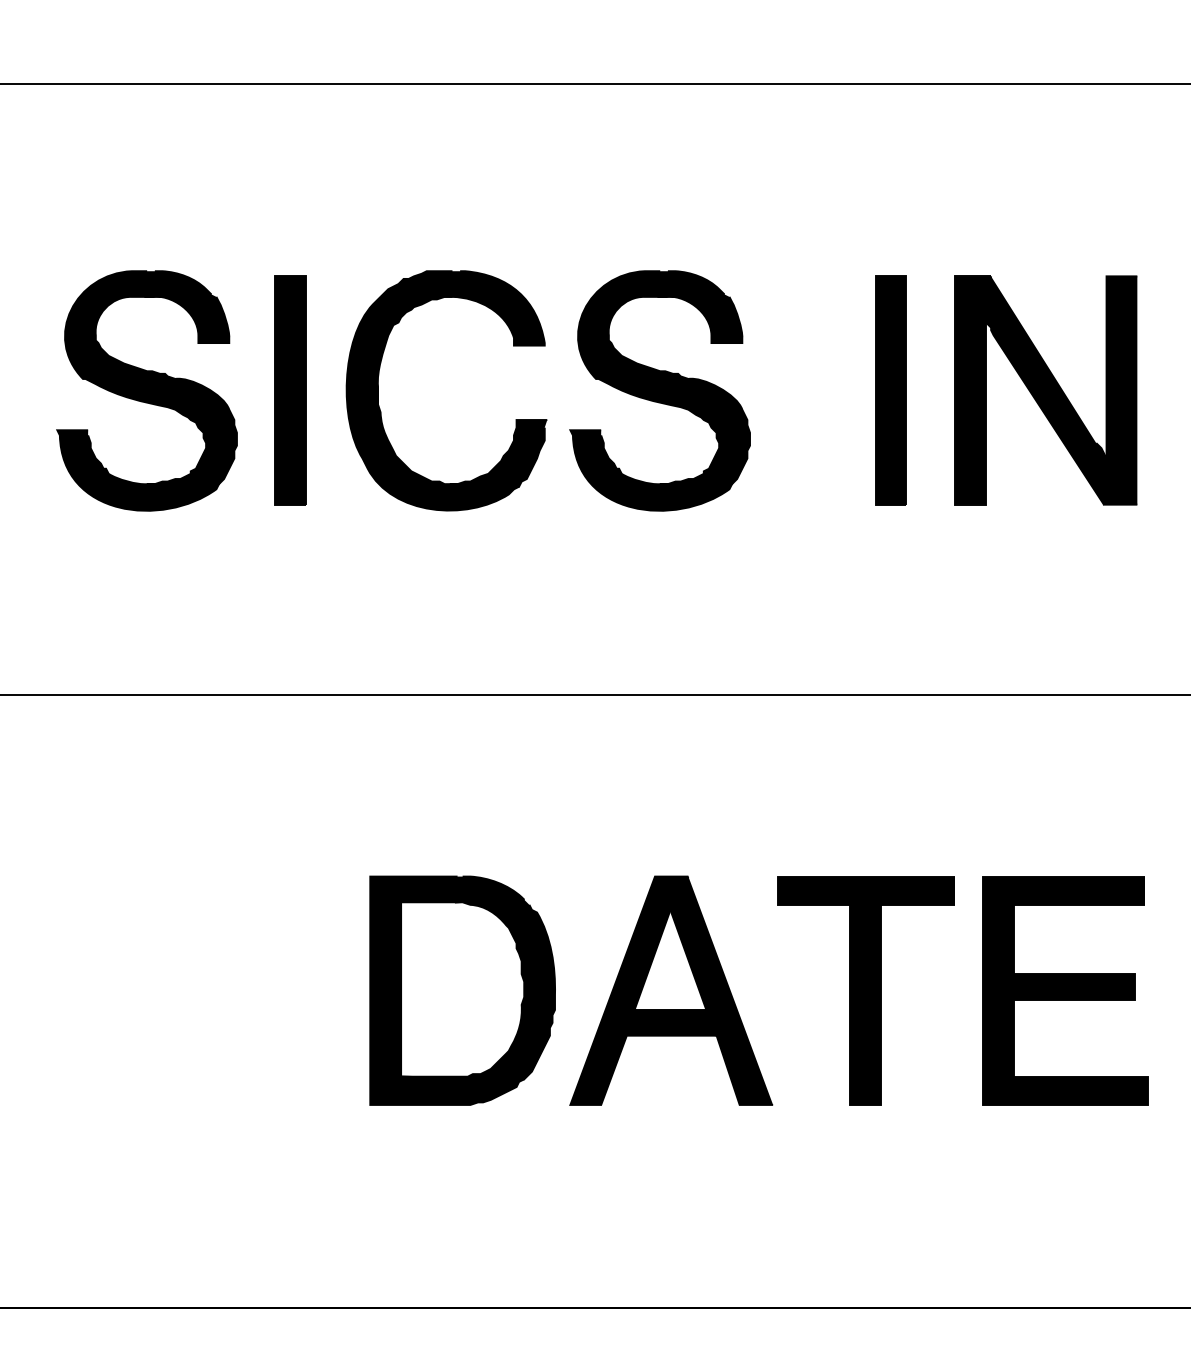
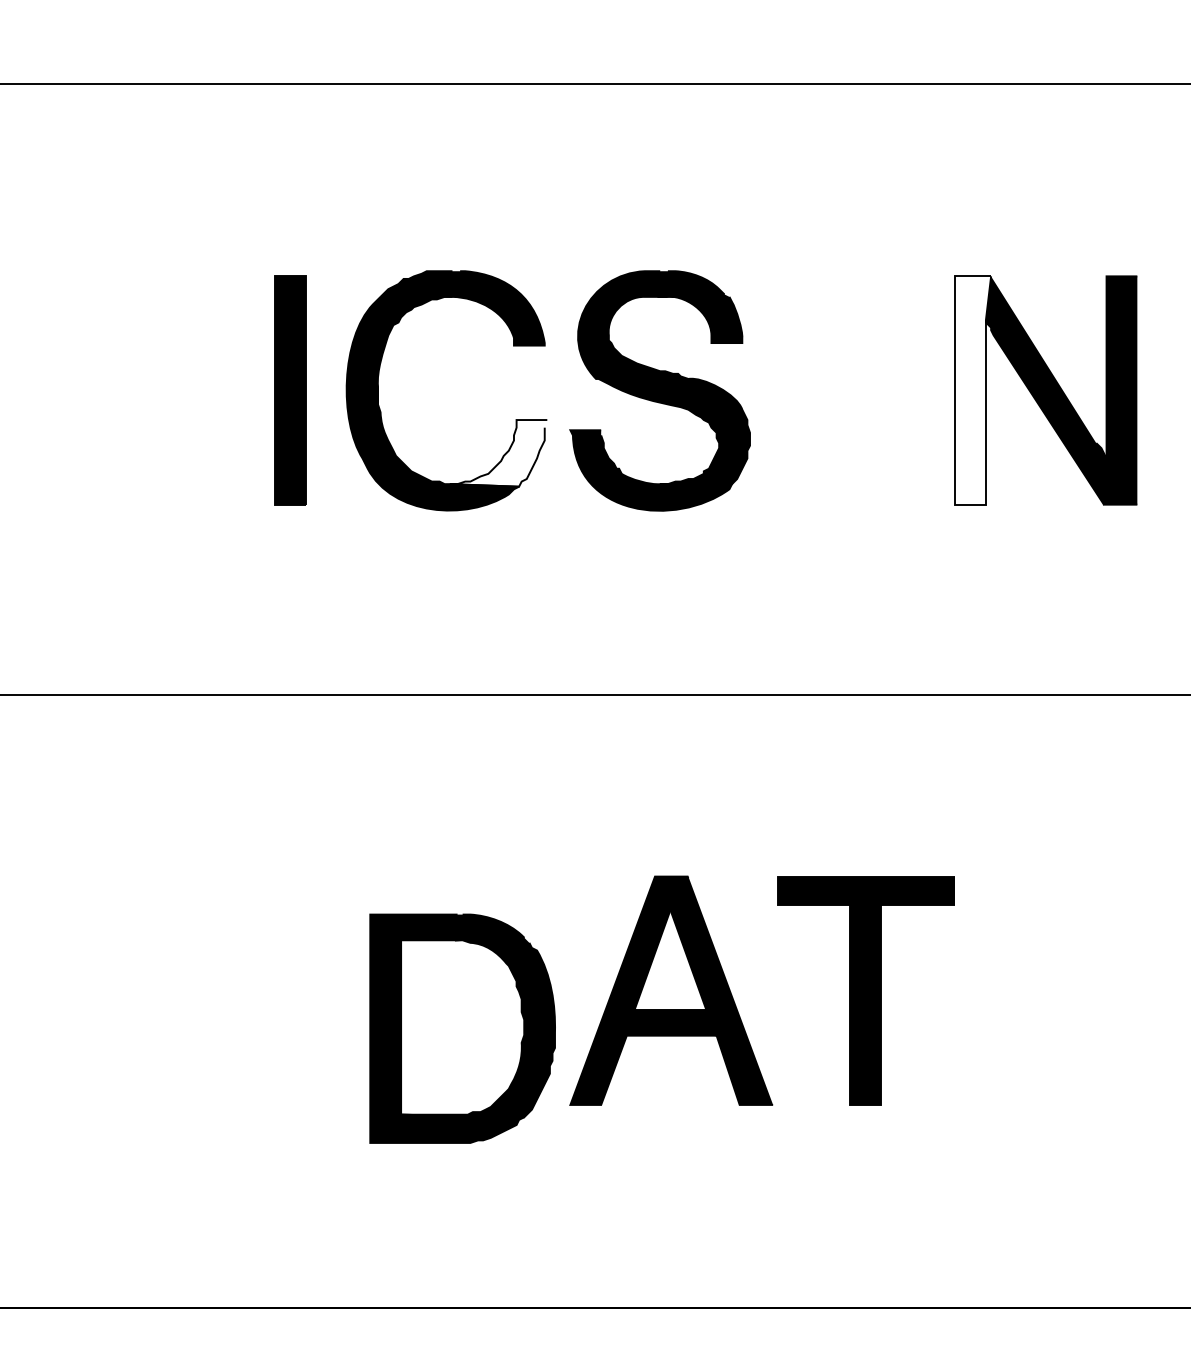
part at (146, 390): present -> none
part at (890, 390): present -> none
fill at (973, 390): present -> none
fill at (498, 453): present -> none
part at (462, 990) position: (462, 990) -> (462, 1028)
part at (1065, 990): present -> none
